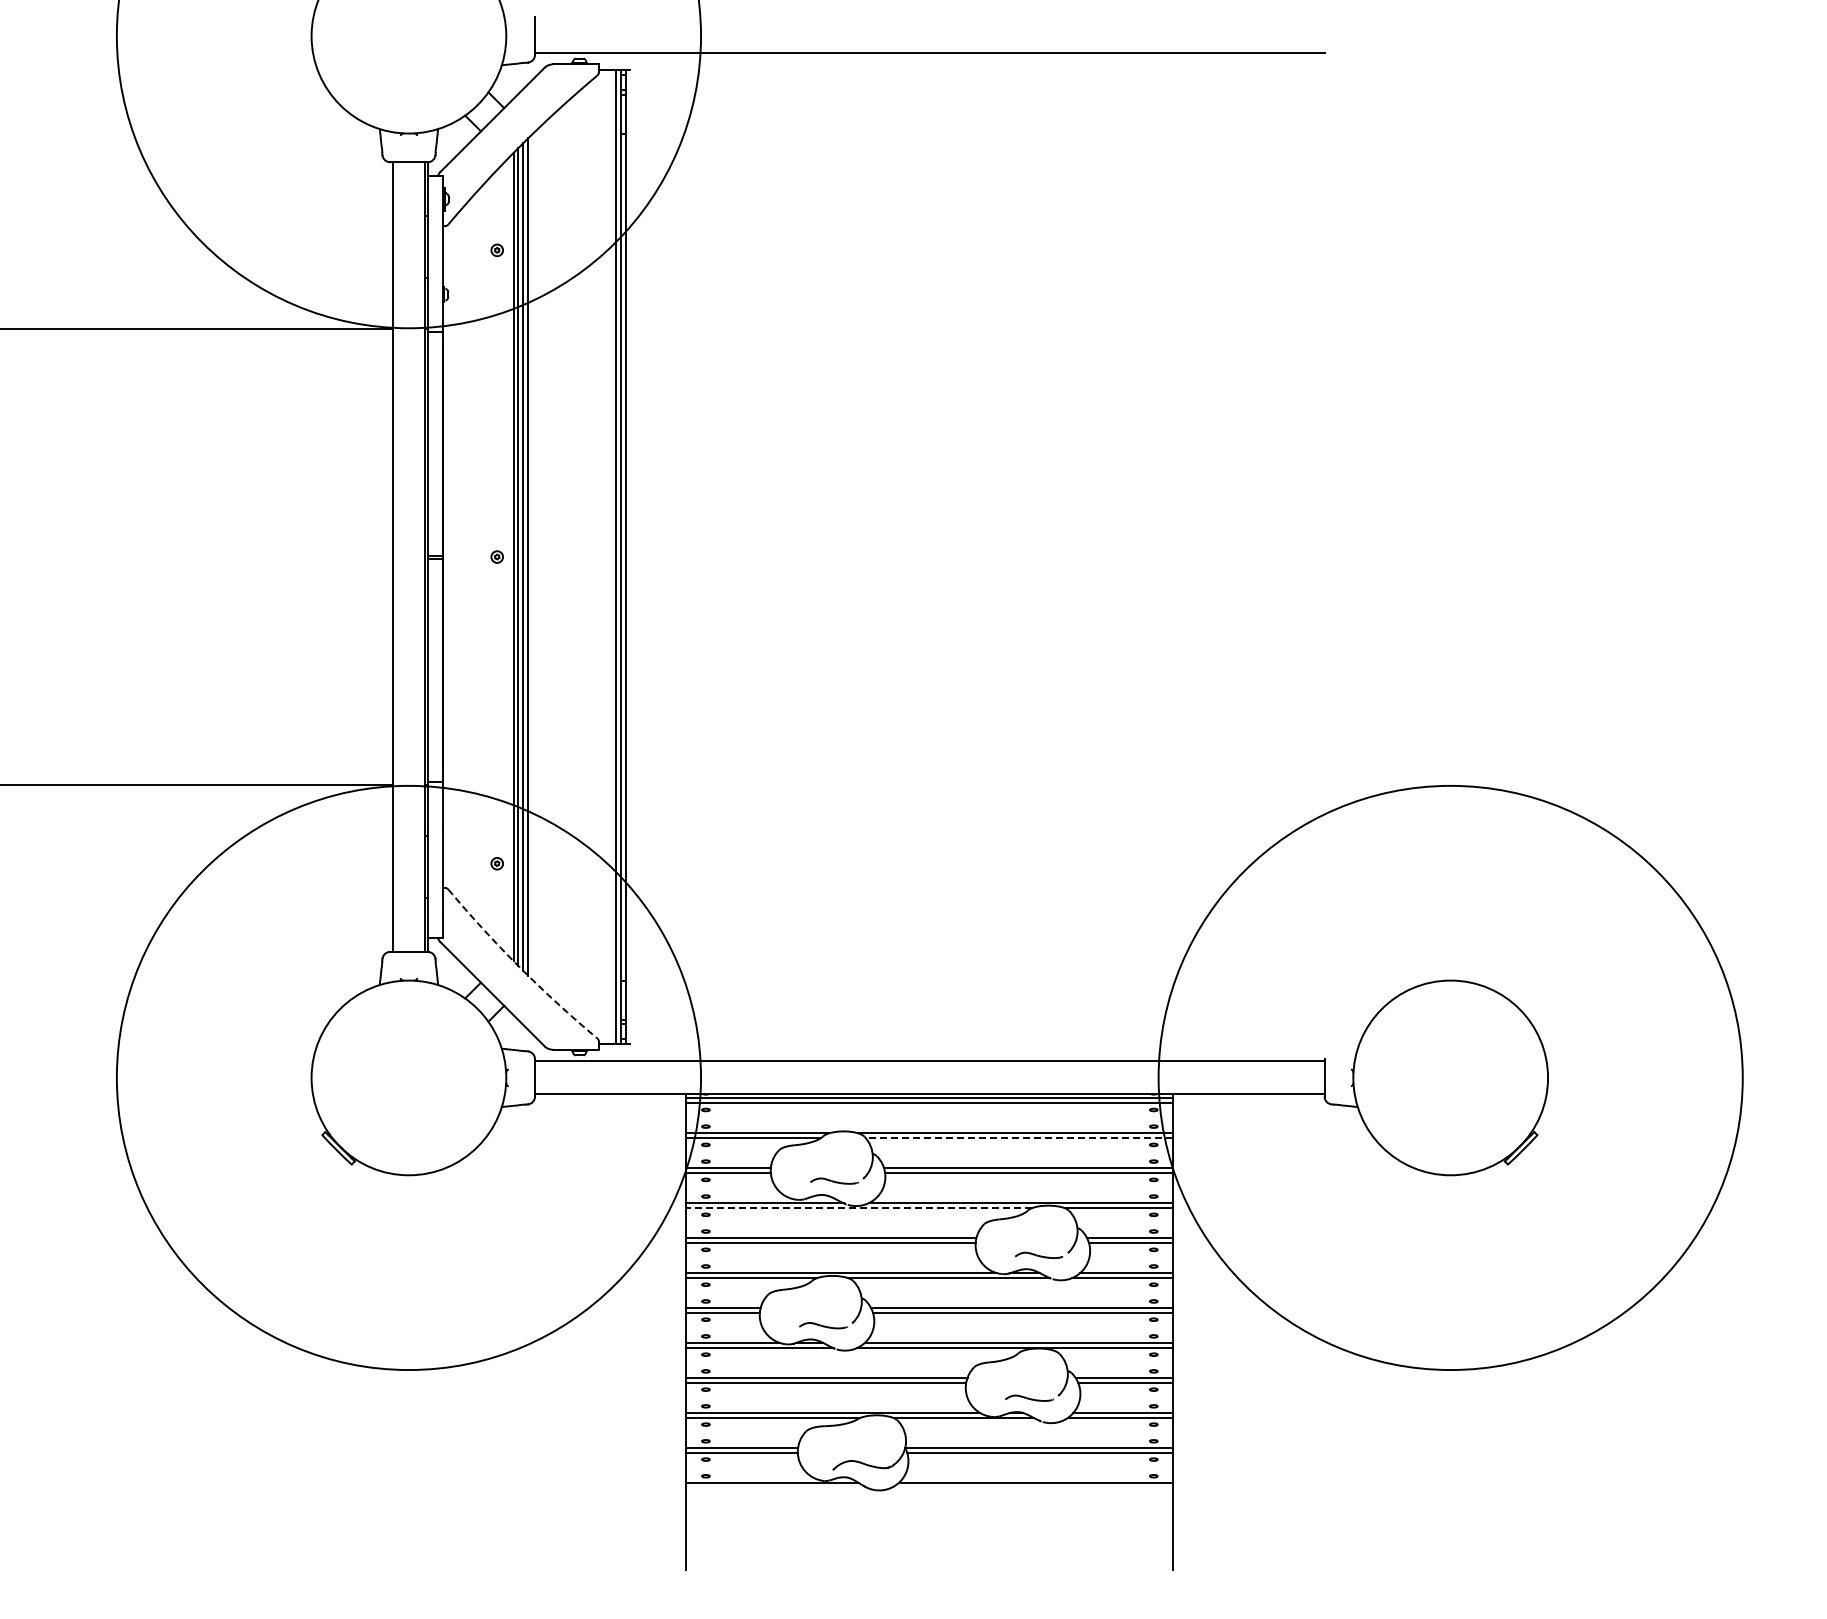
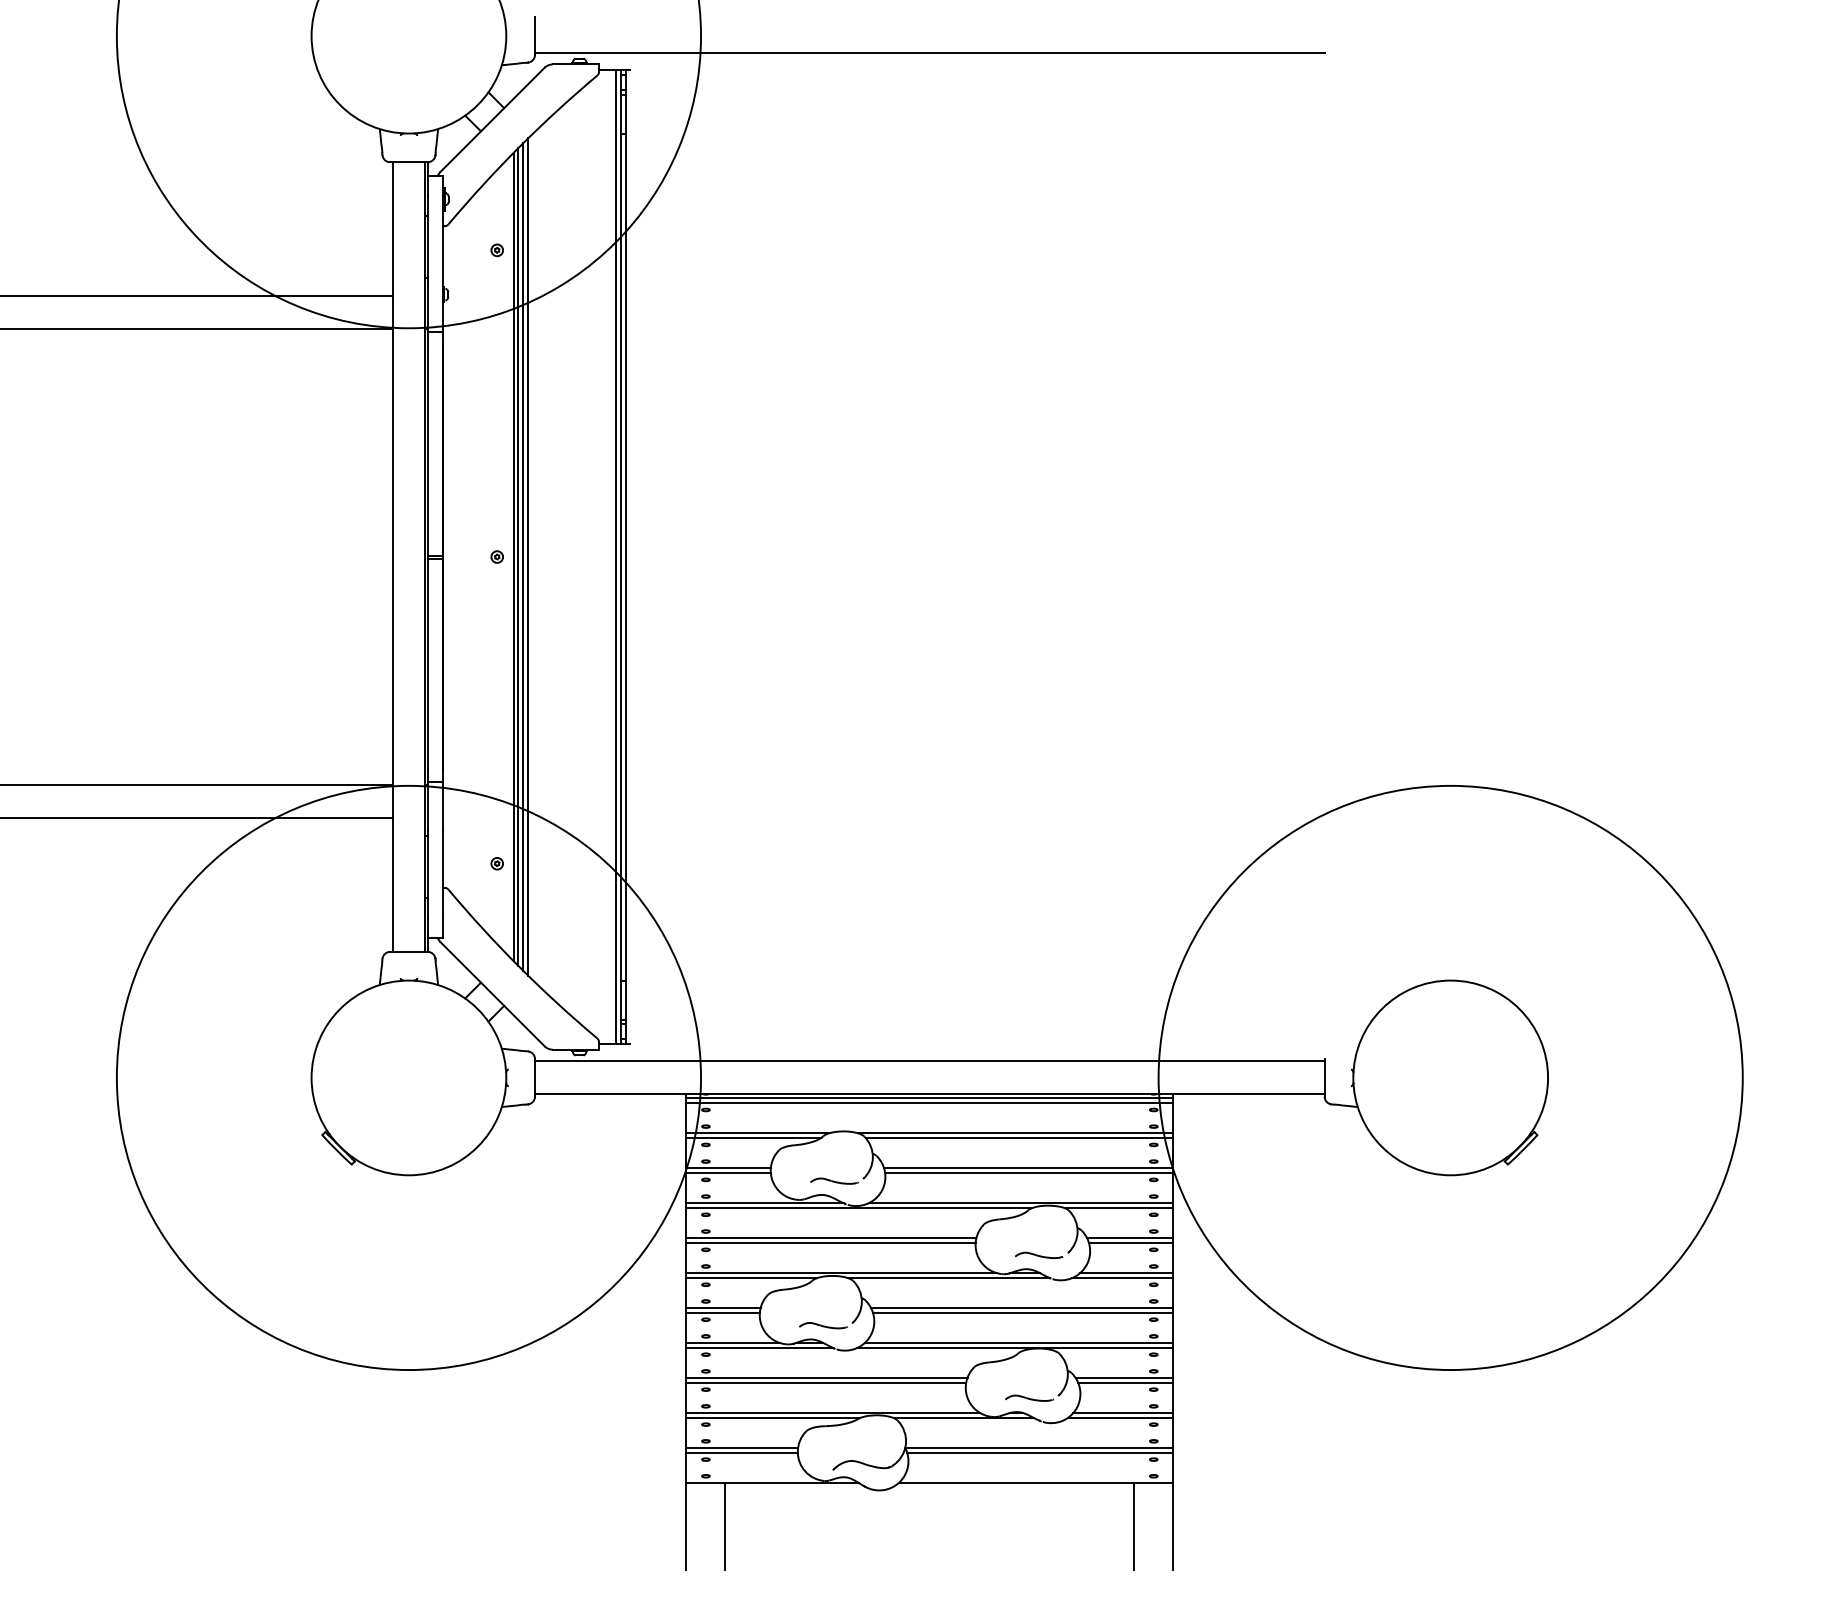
line at (197, 296): none -> present
line at (197, 817): none -> present
arc at (519, 967): dashed -> solid
line at (1019, 1138): dashed -> solid
line at (859, 1208): dashed -> solid
line at (725, 1526): none -> present
line at (1134, 1526): none -> present
